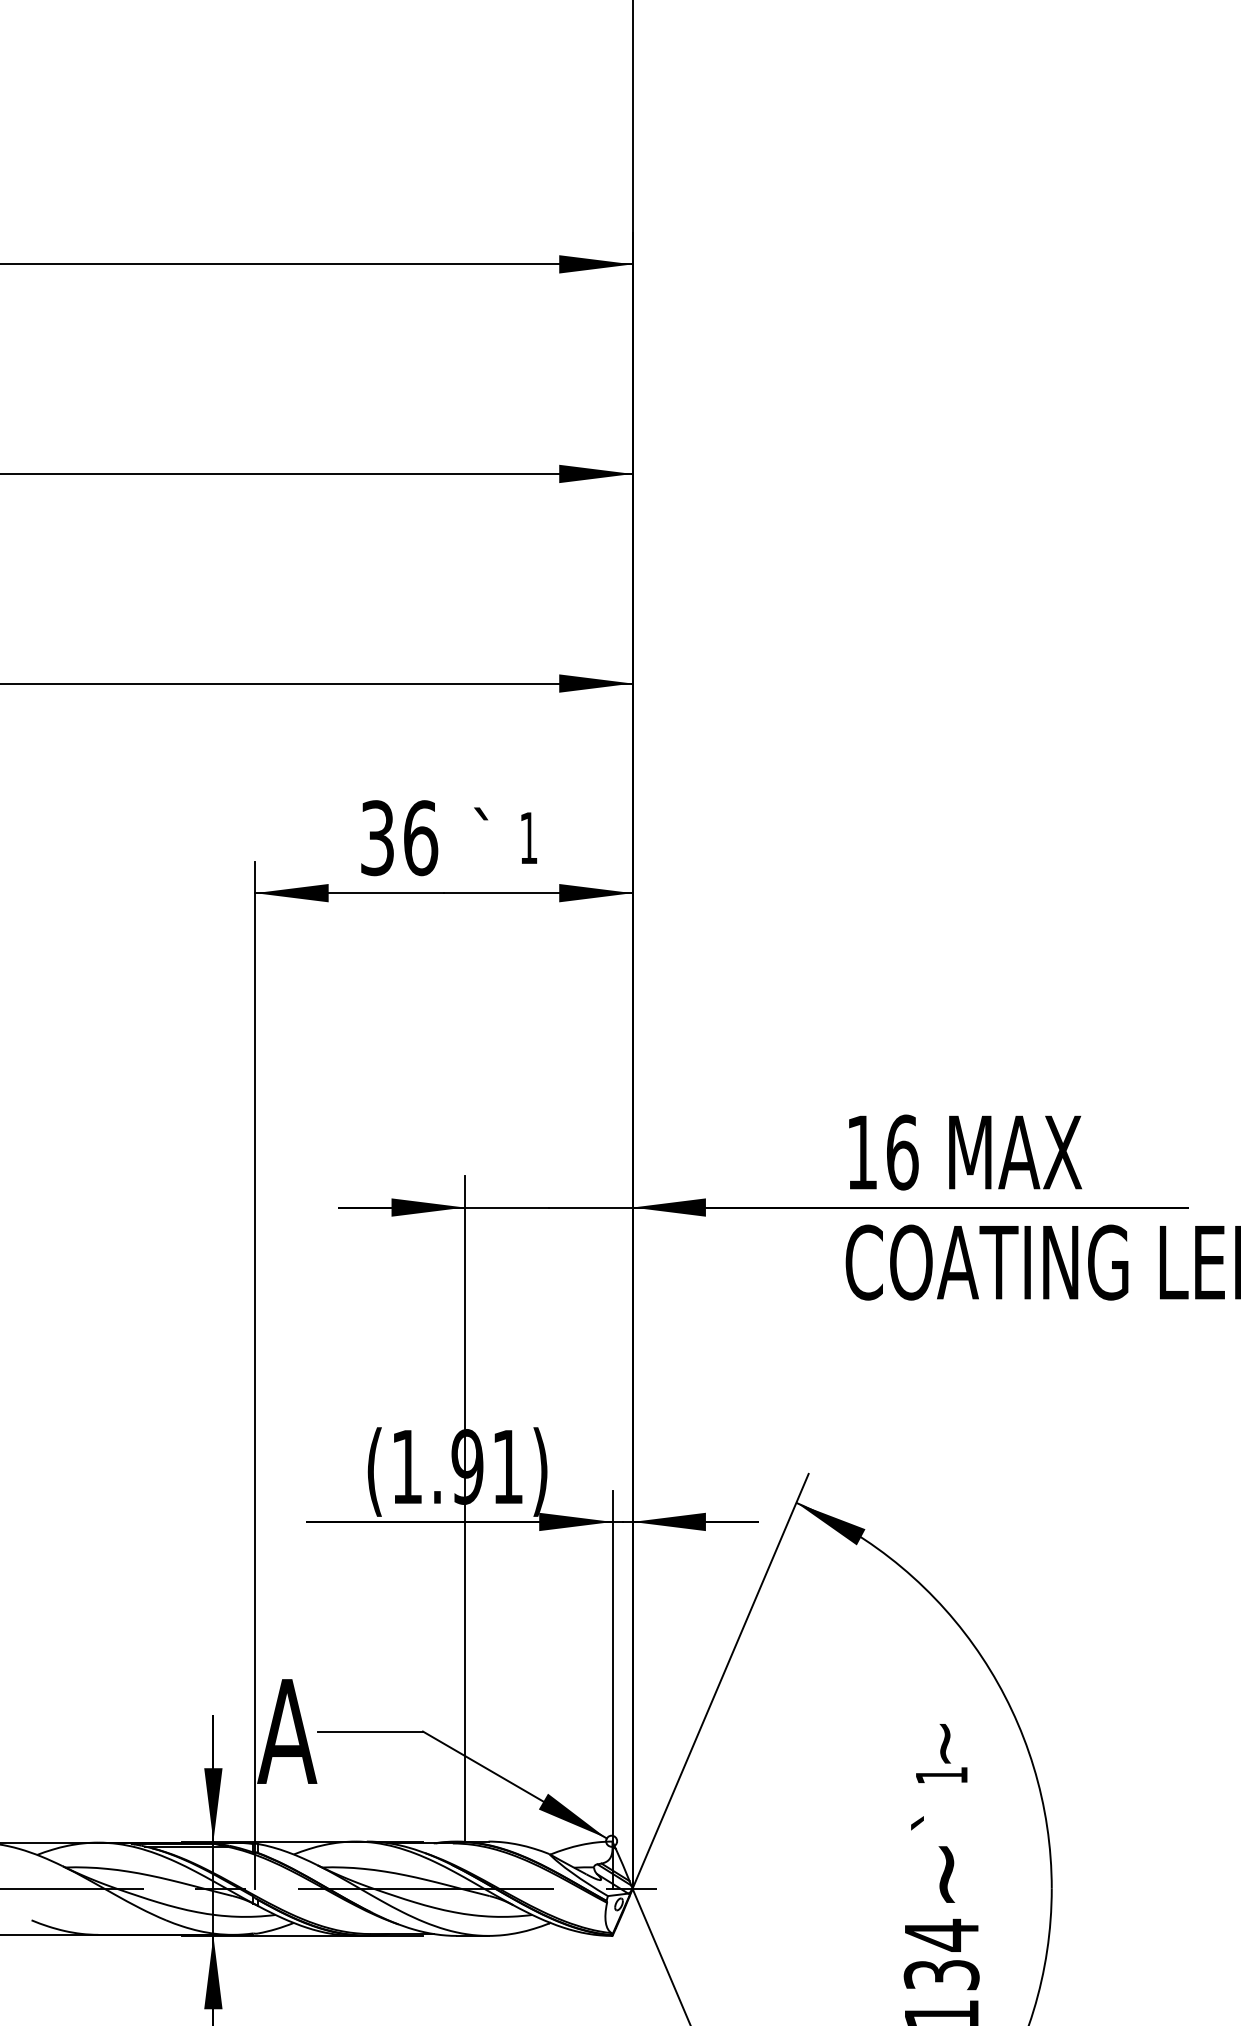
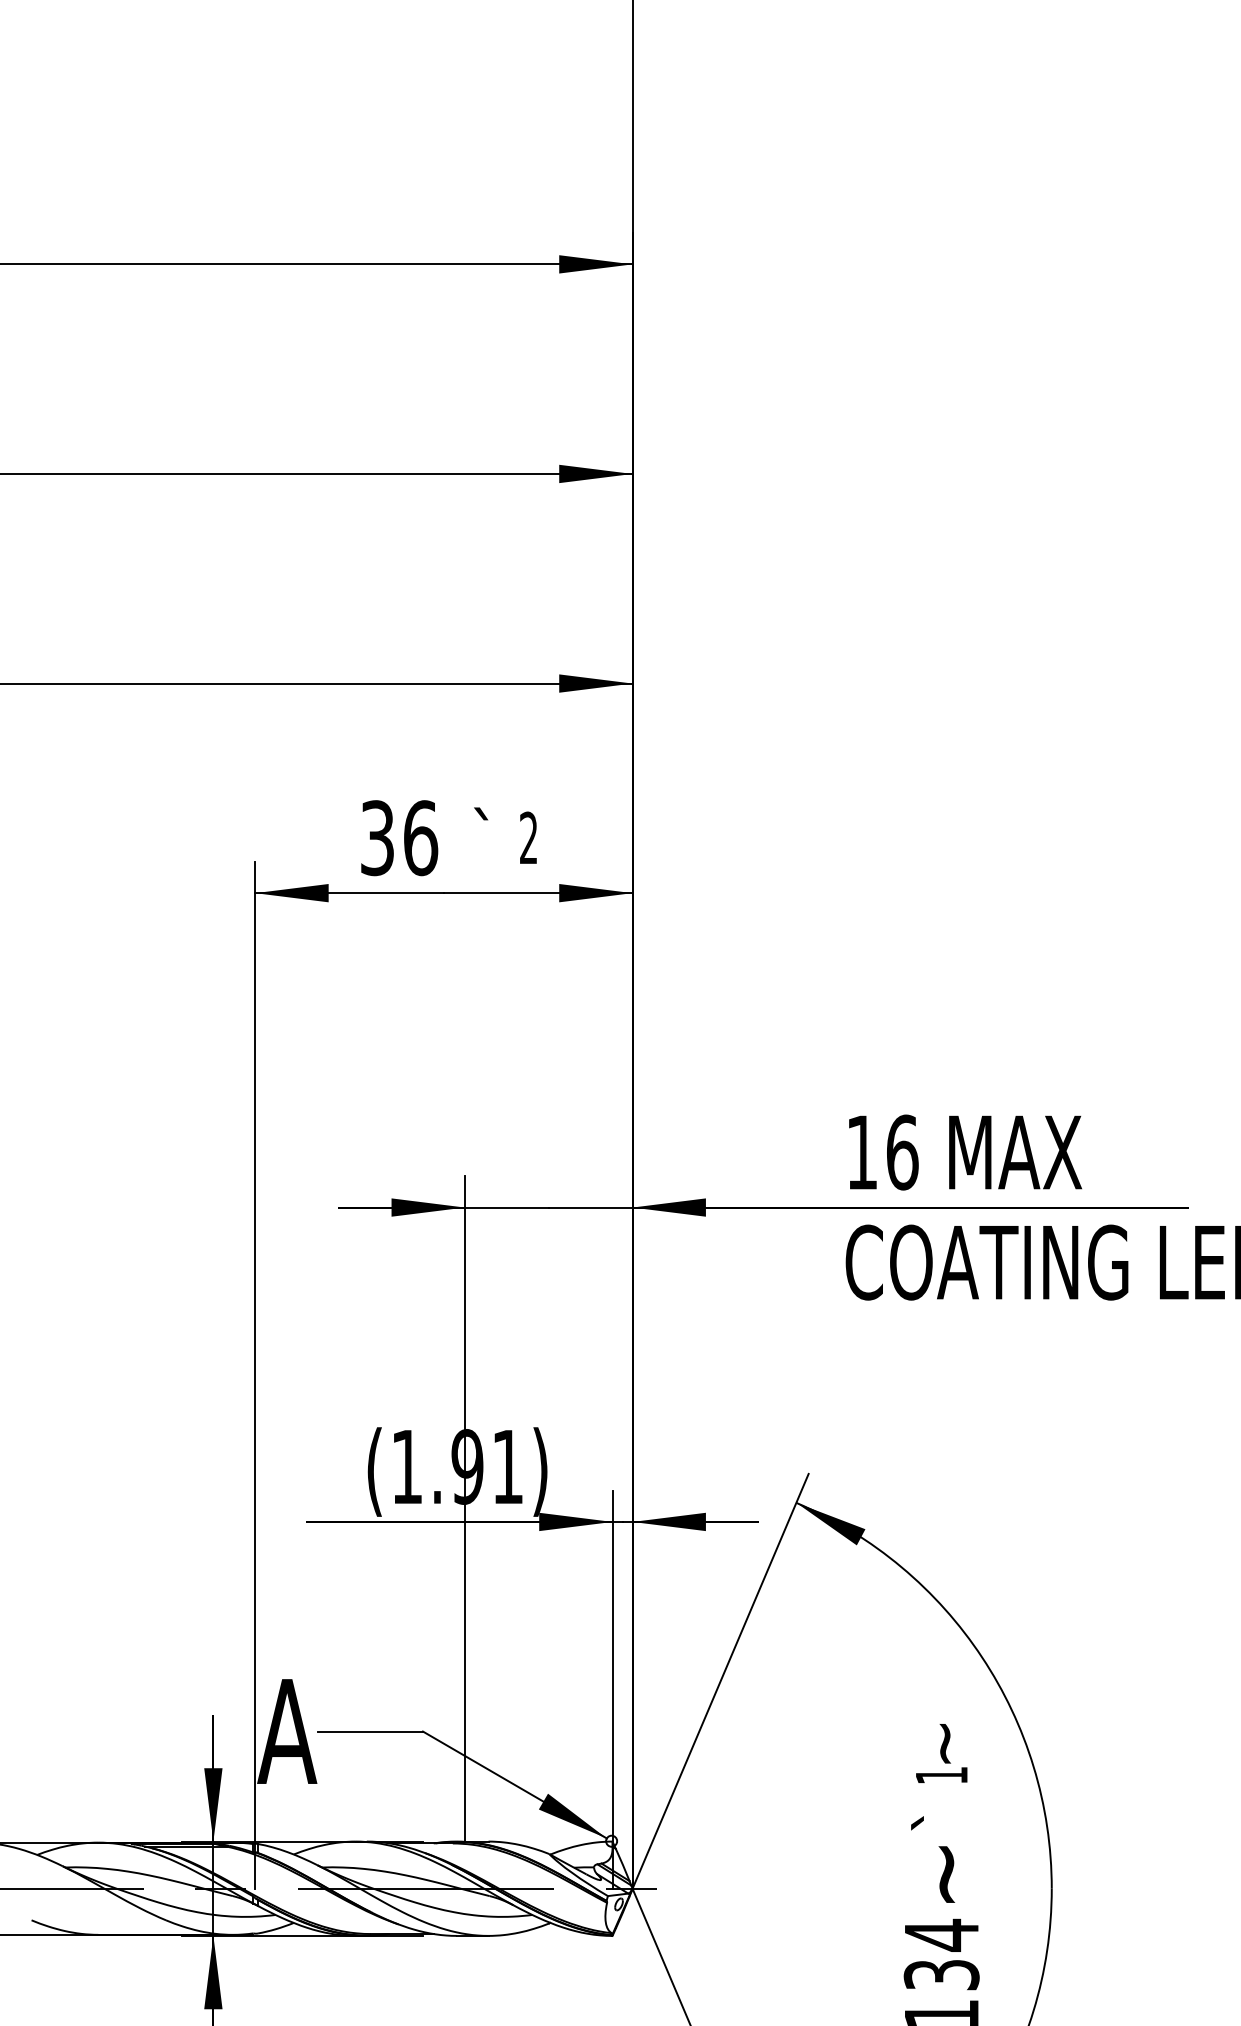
text at (528, 837): 1 -> 2
